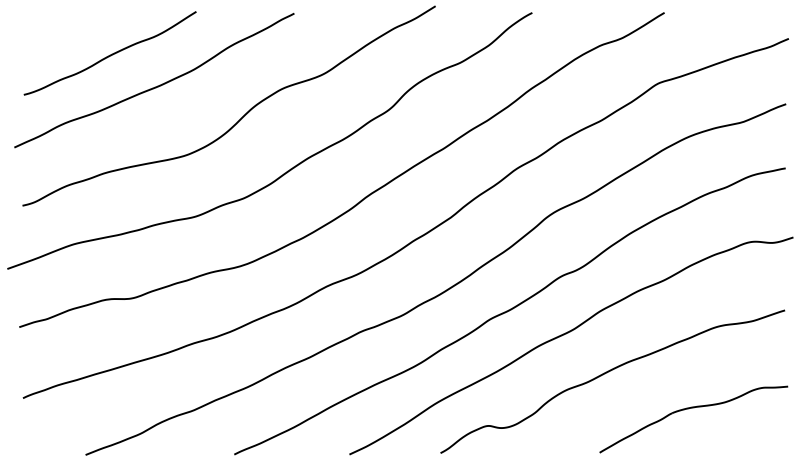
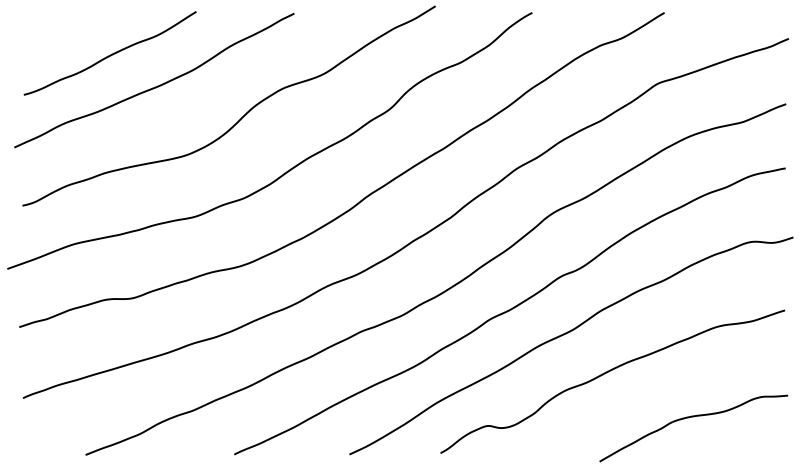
part at (693, 408) position: (693, 408) -> (693, 417)
